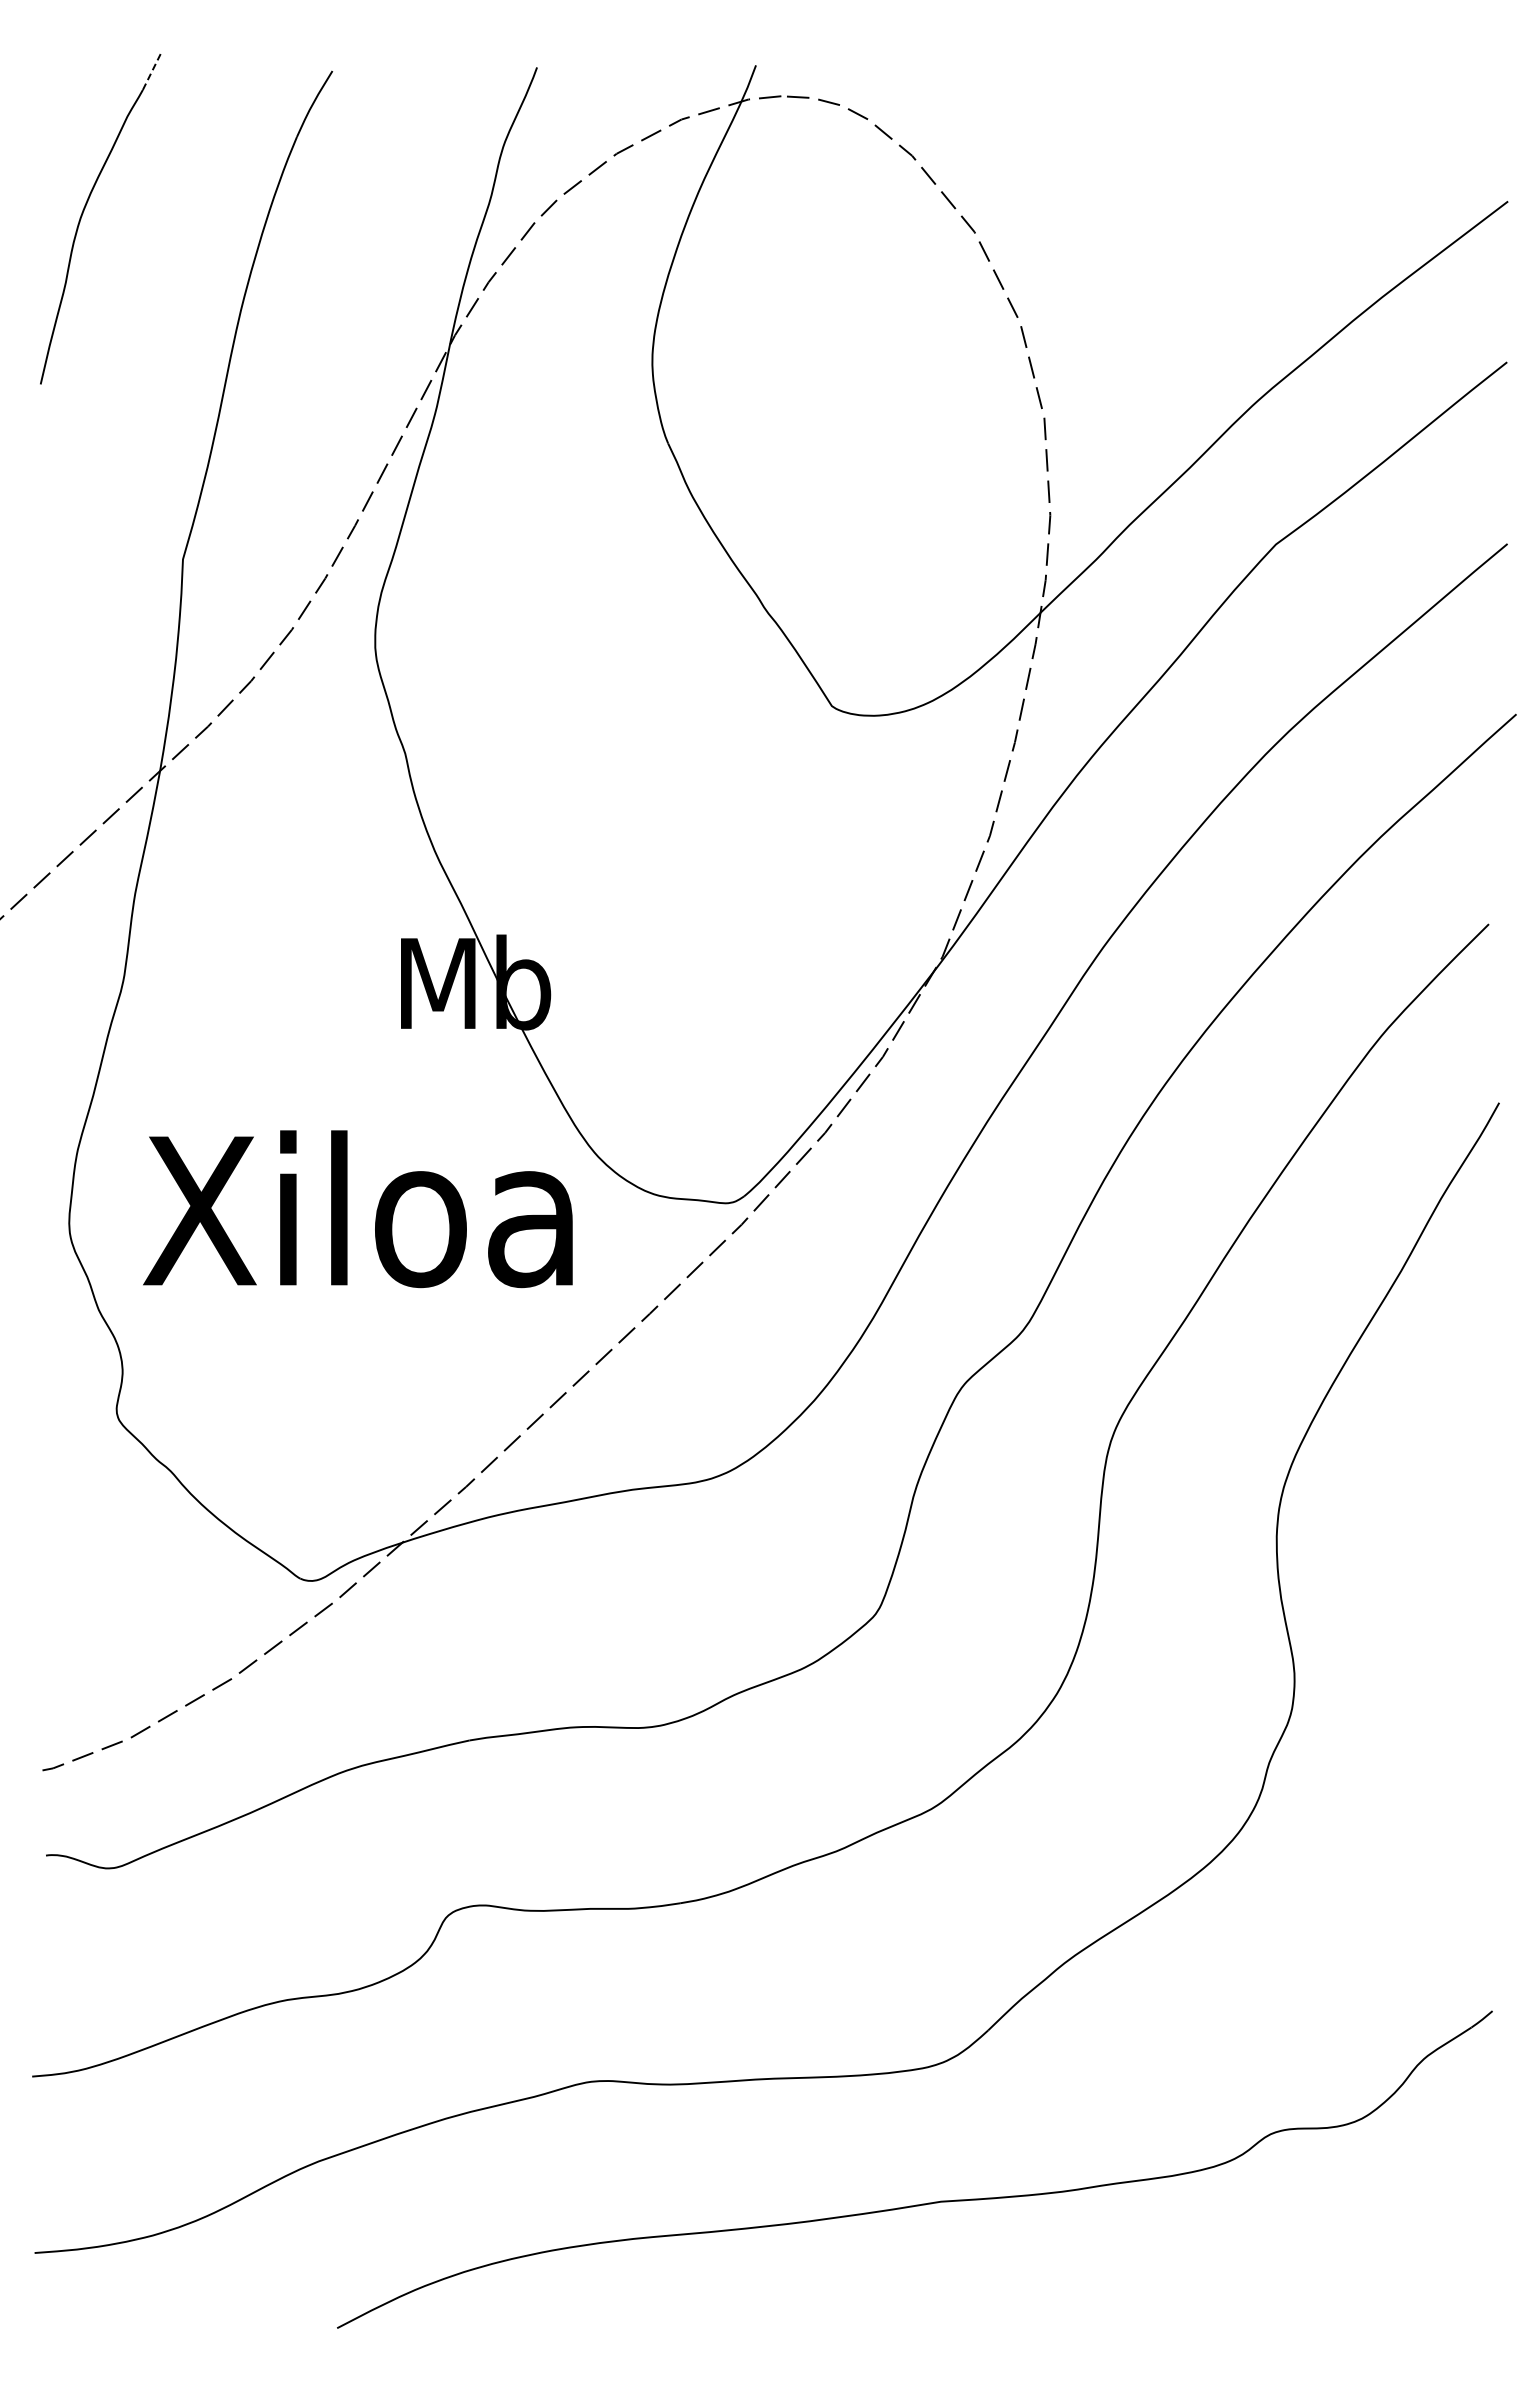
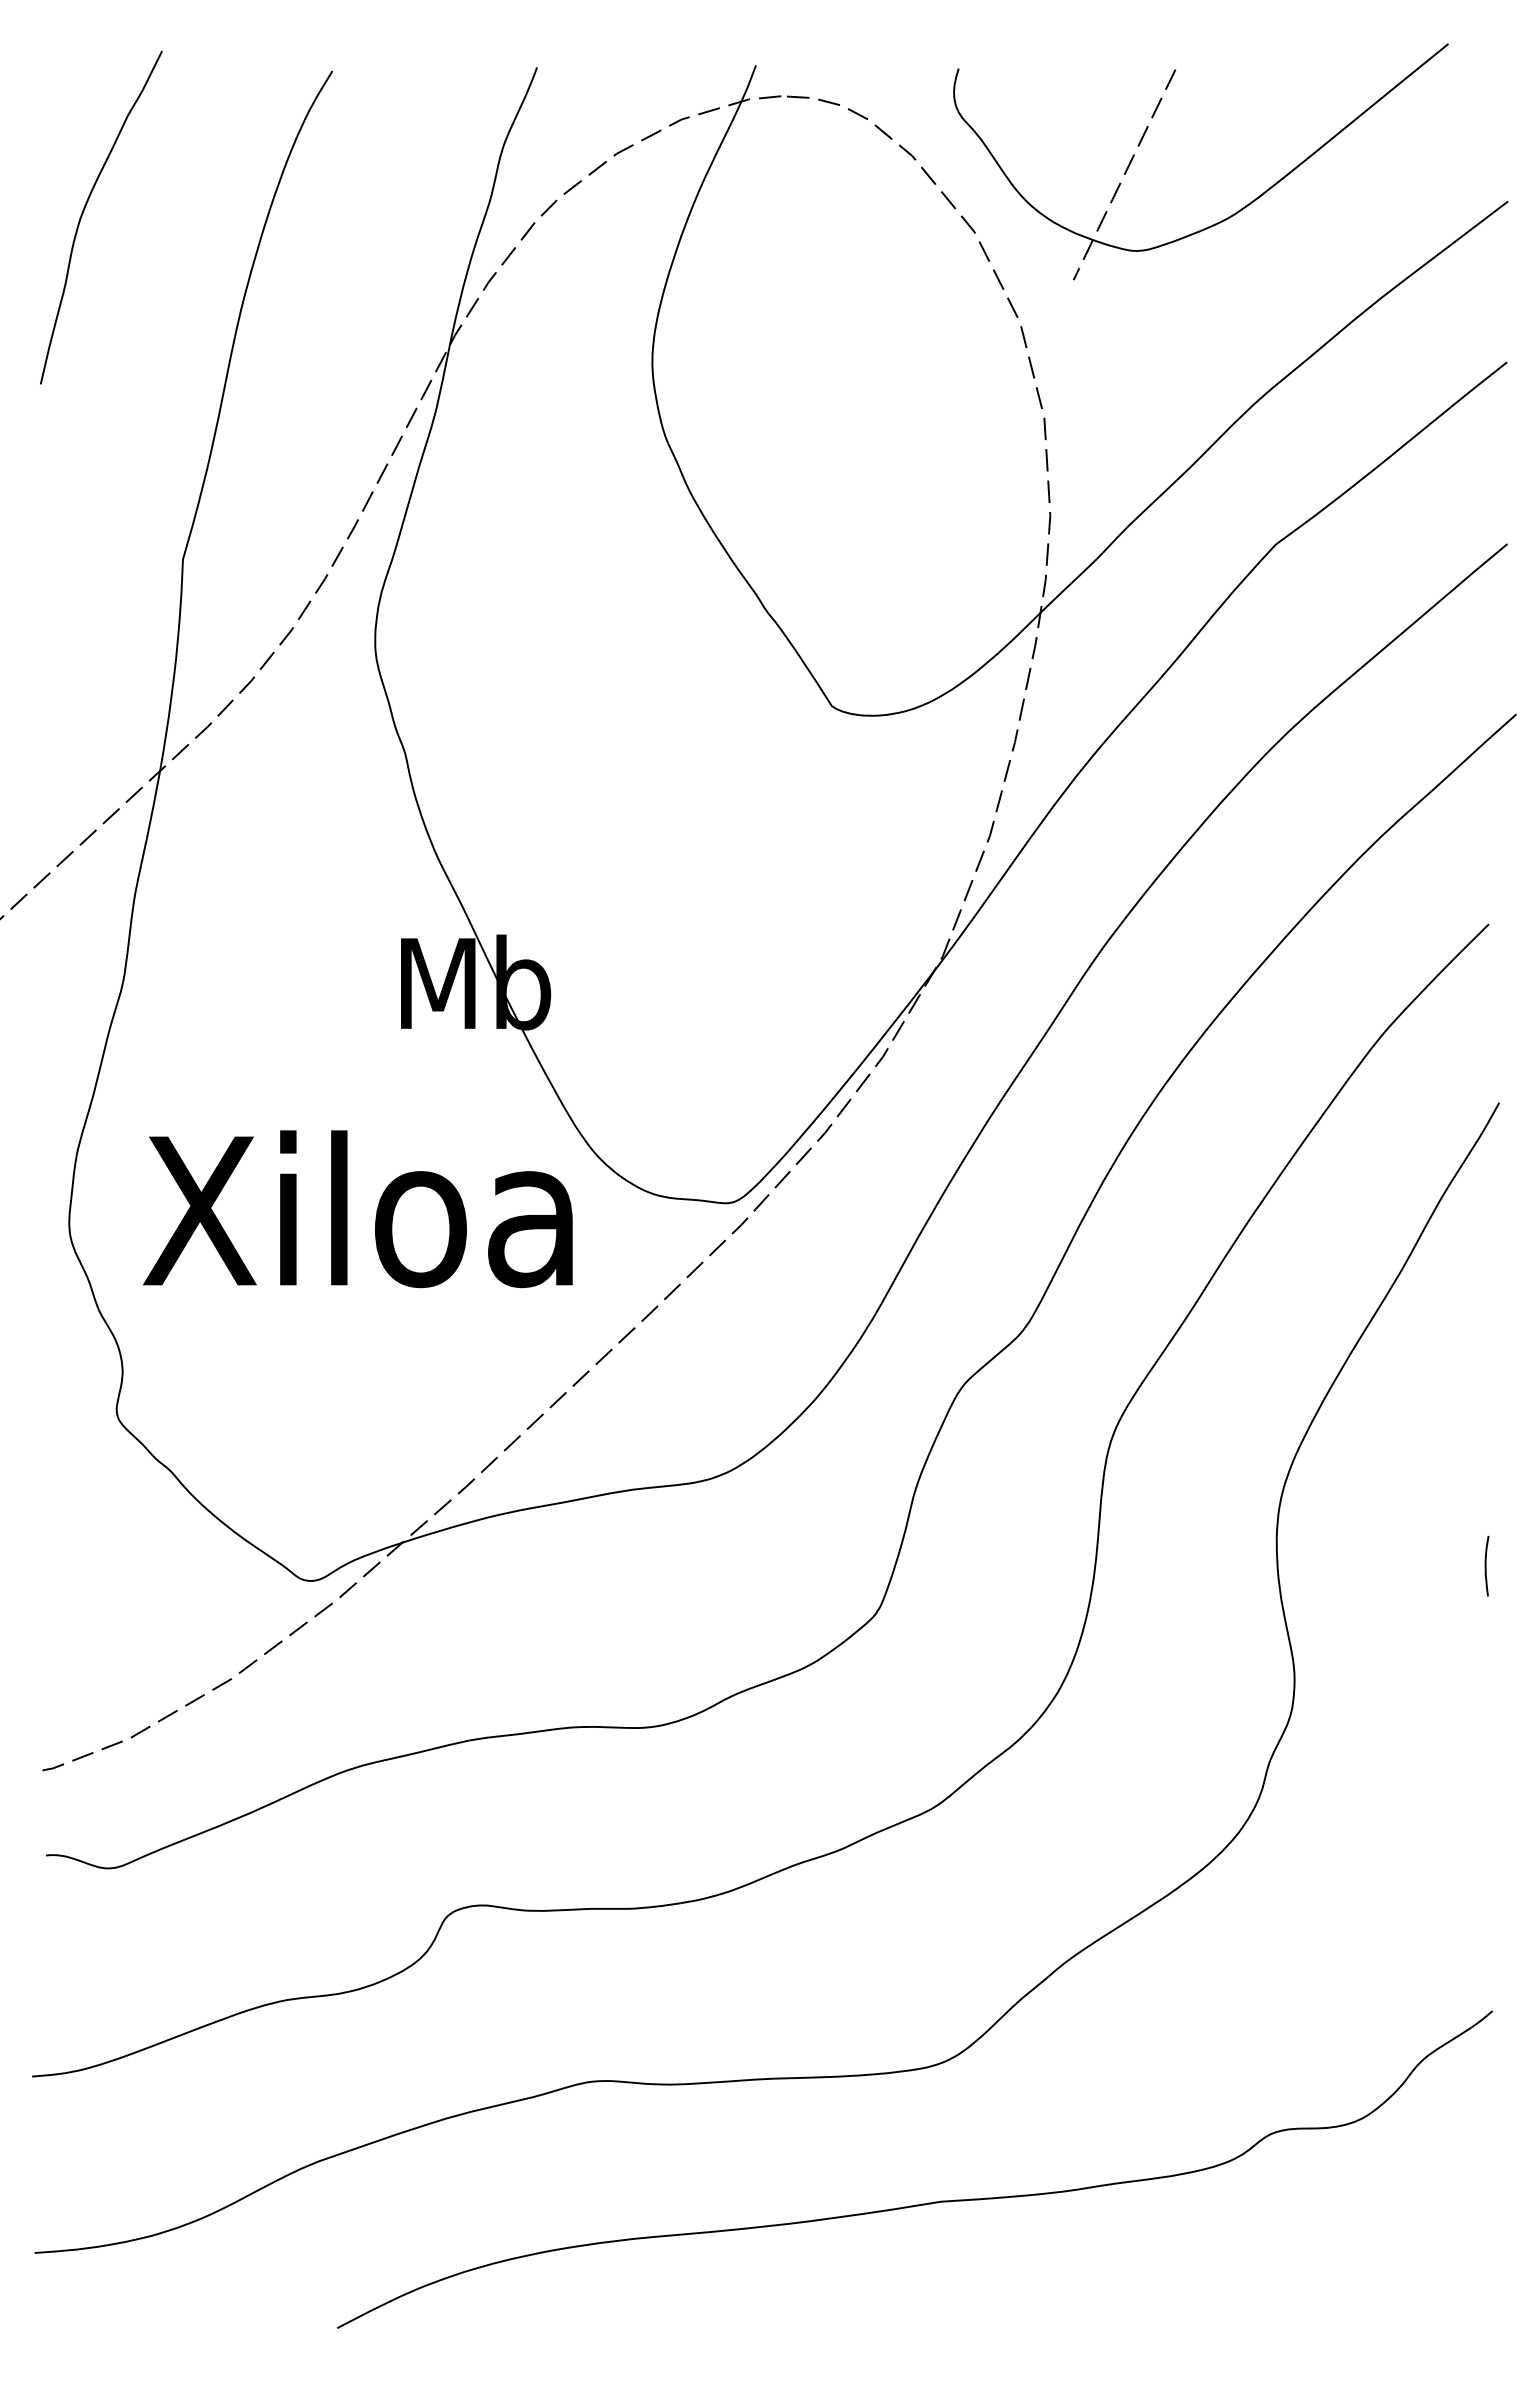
line at (152, 70): dashed -> solid
part at (1144, 136): none -> present
curve at (1486, 1565): none -> present
